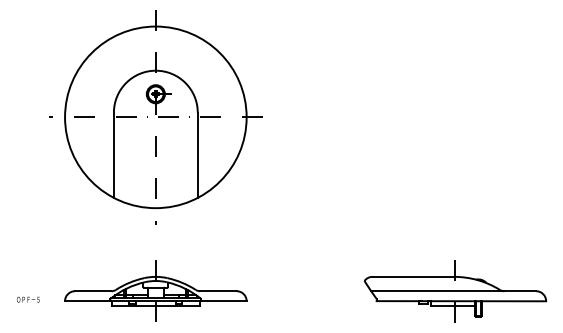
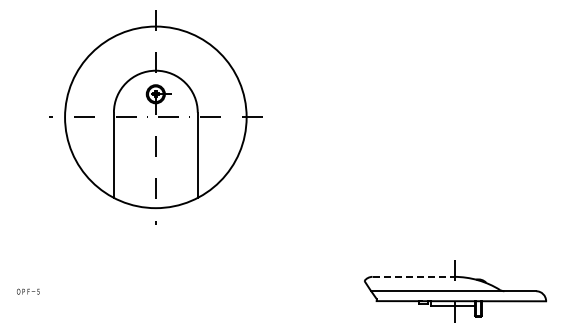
line at (413, 276): solid -> dashed
part at (155, 290): present -> none
text at (28, 299) position: (28, 299) -> (28, 291)
